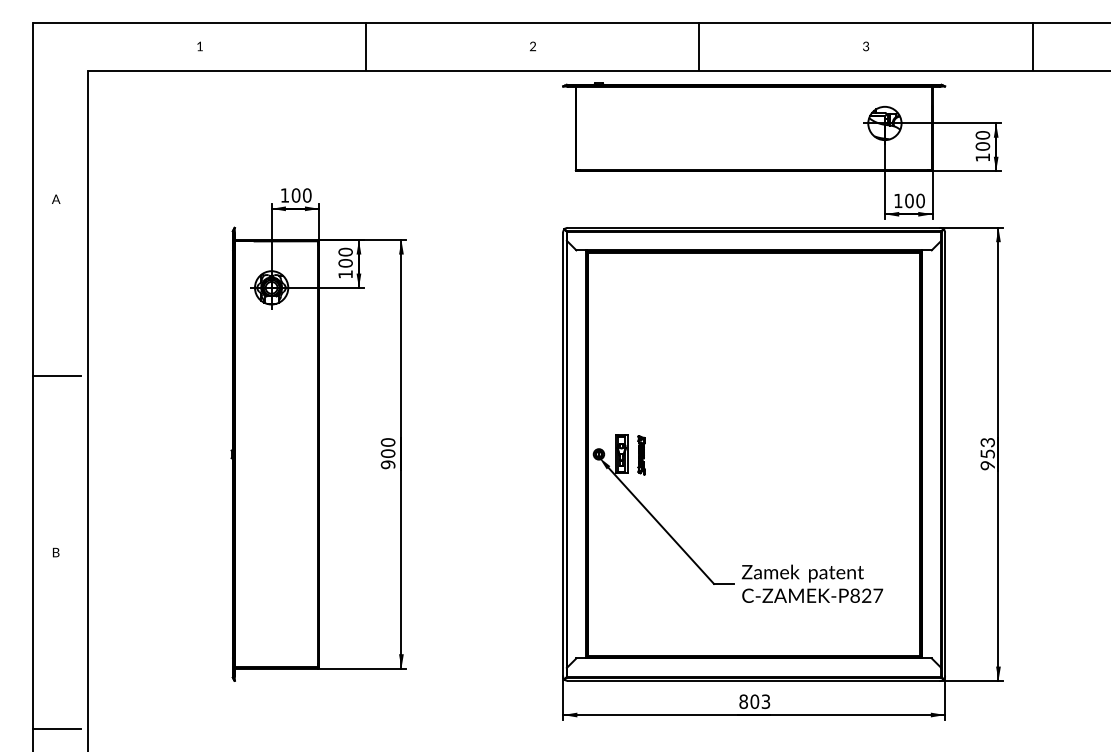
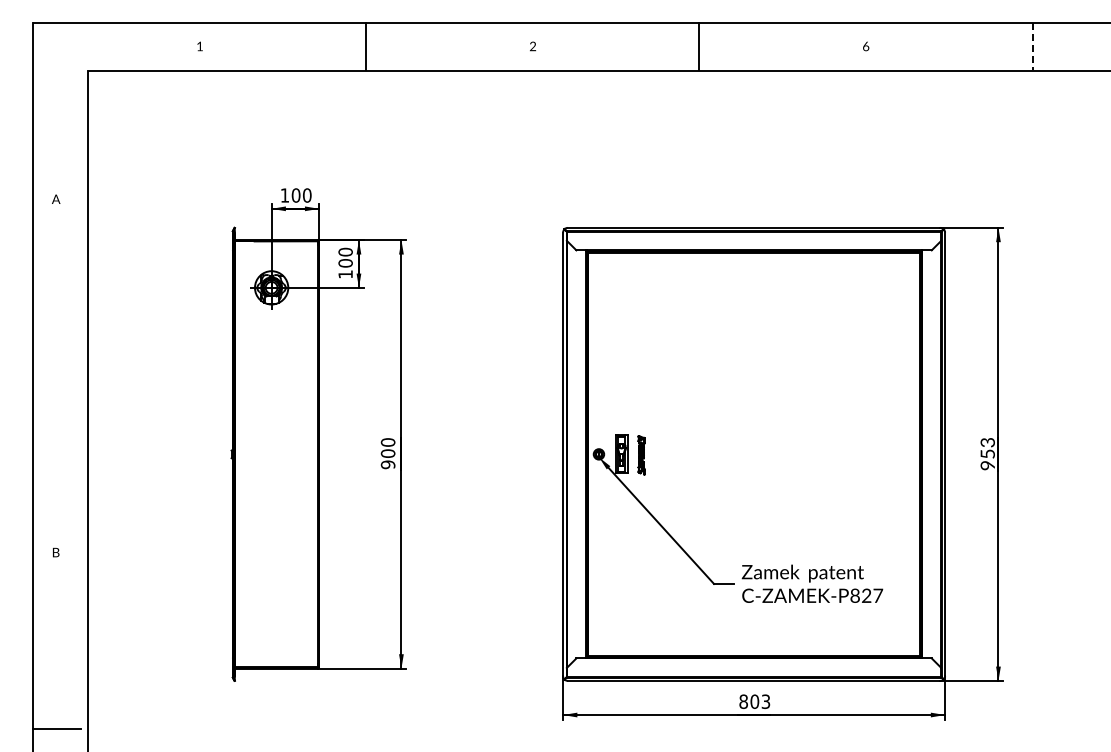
text at (866, 45): 3 -> 6
line at (1032, 46): solid -> dashed
part at (781, 150): present -> none
line at (56, 375): present -> none
